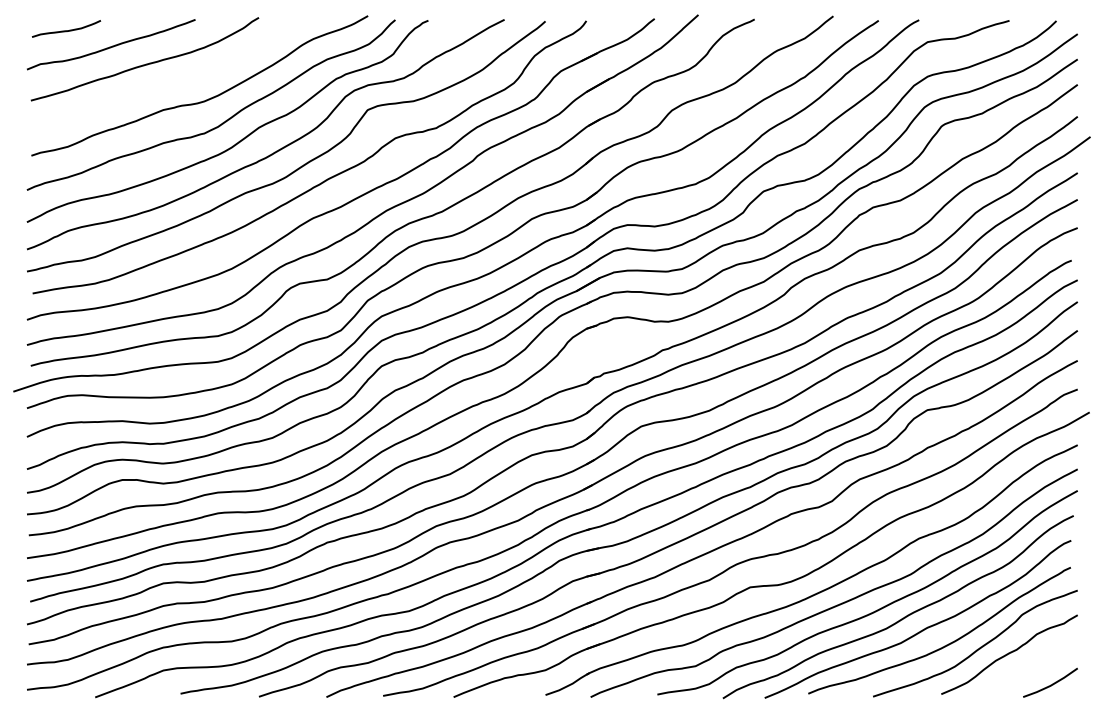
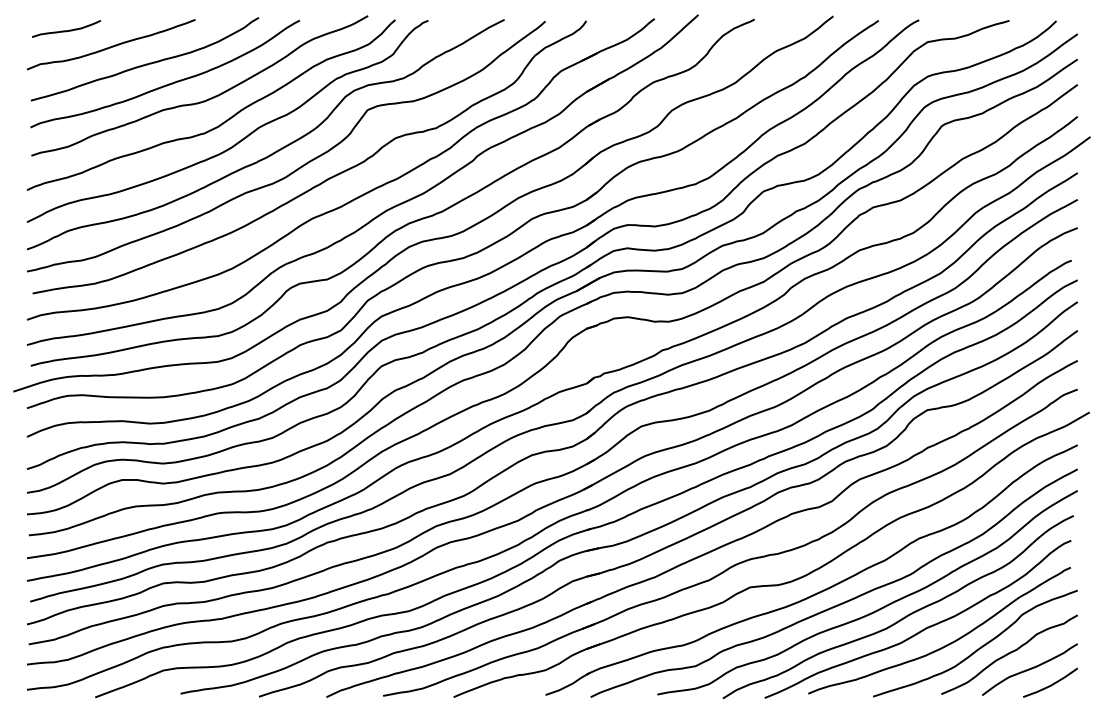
curve at (168, 83): none -> present
curve at (1029, 669): none -> present
